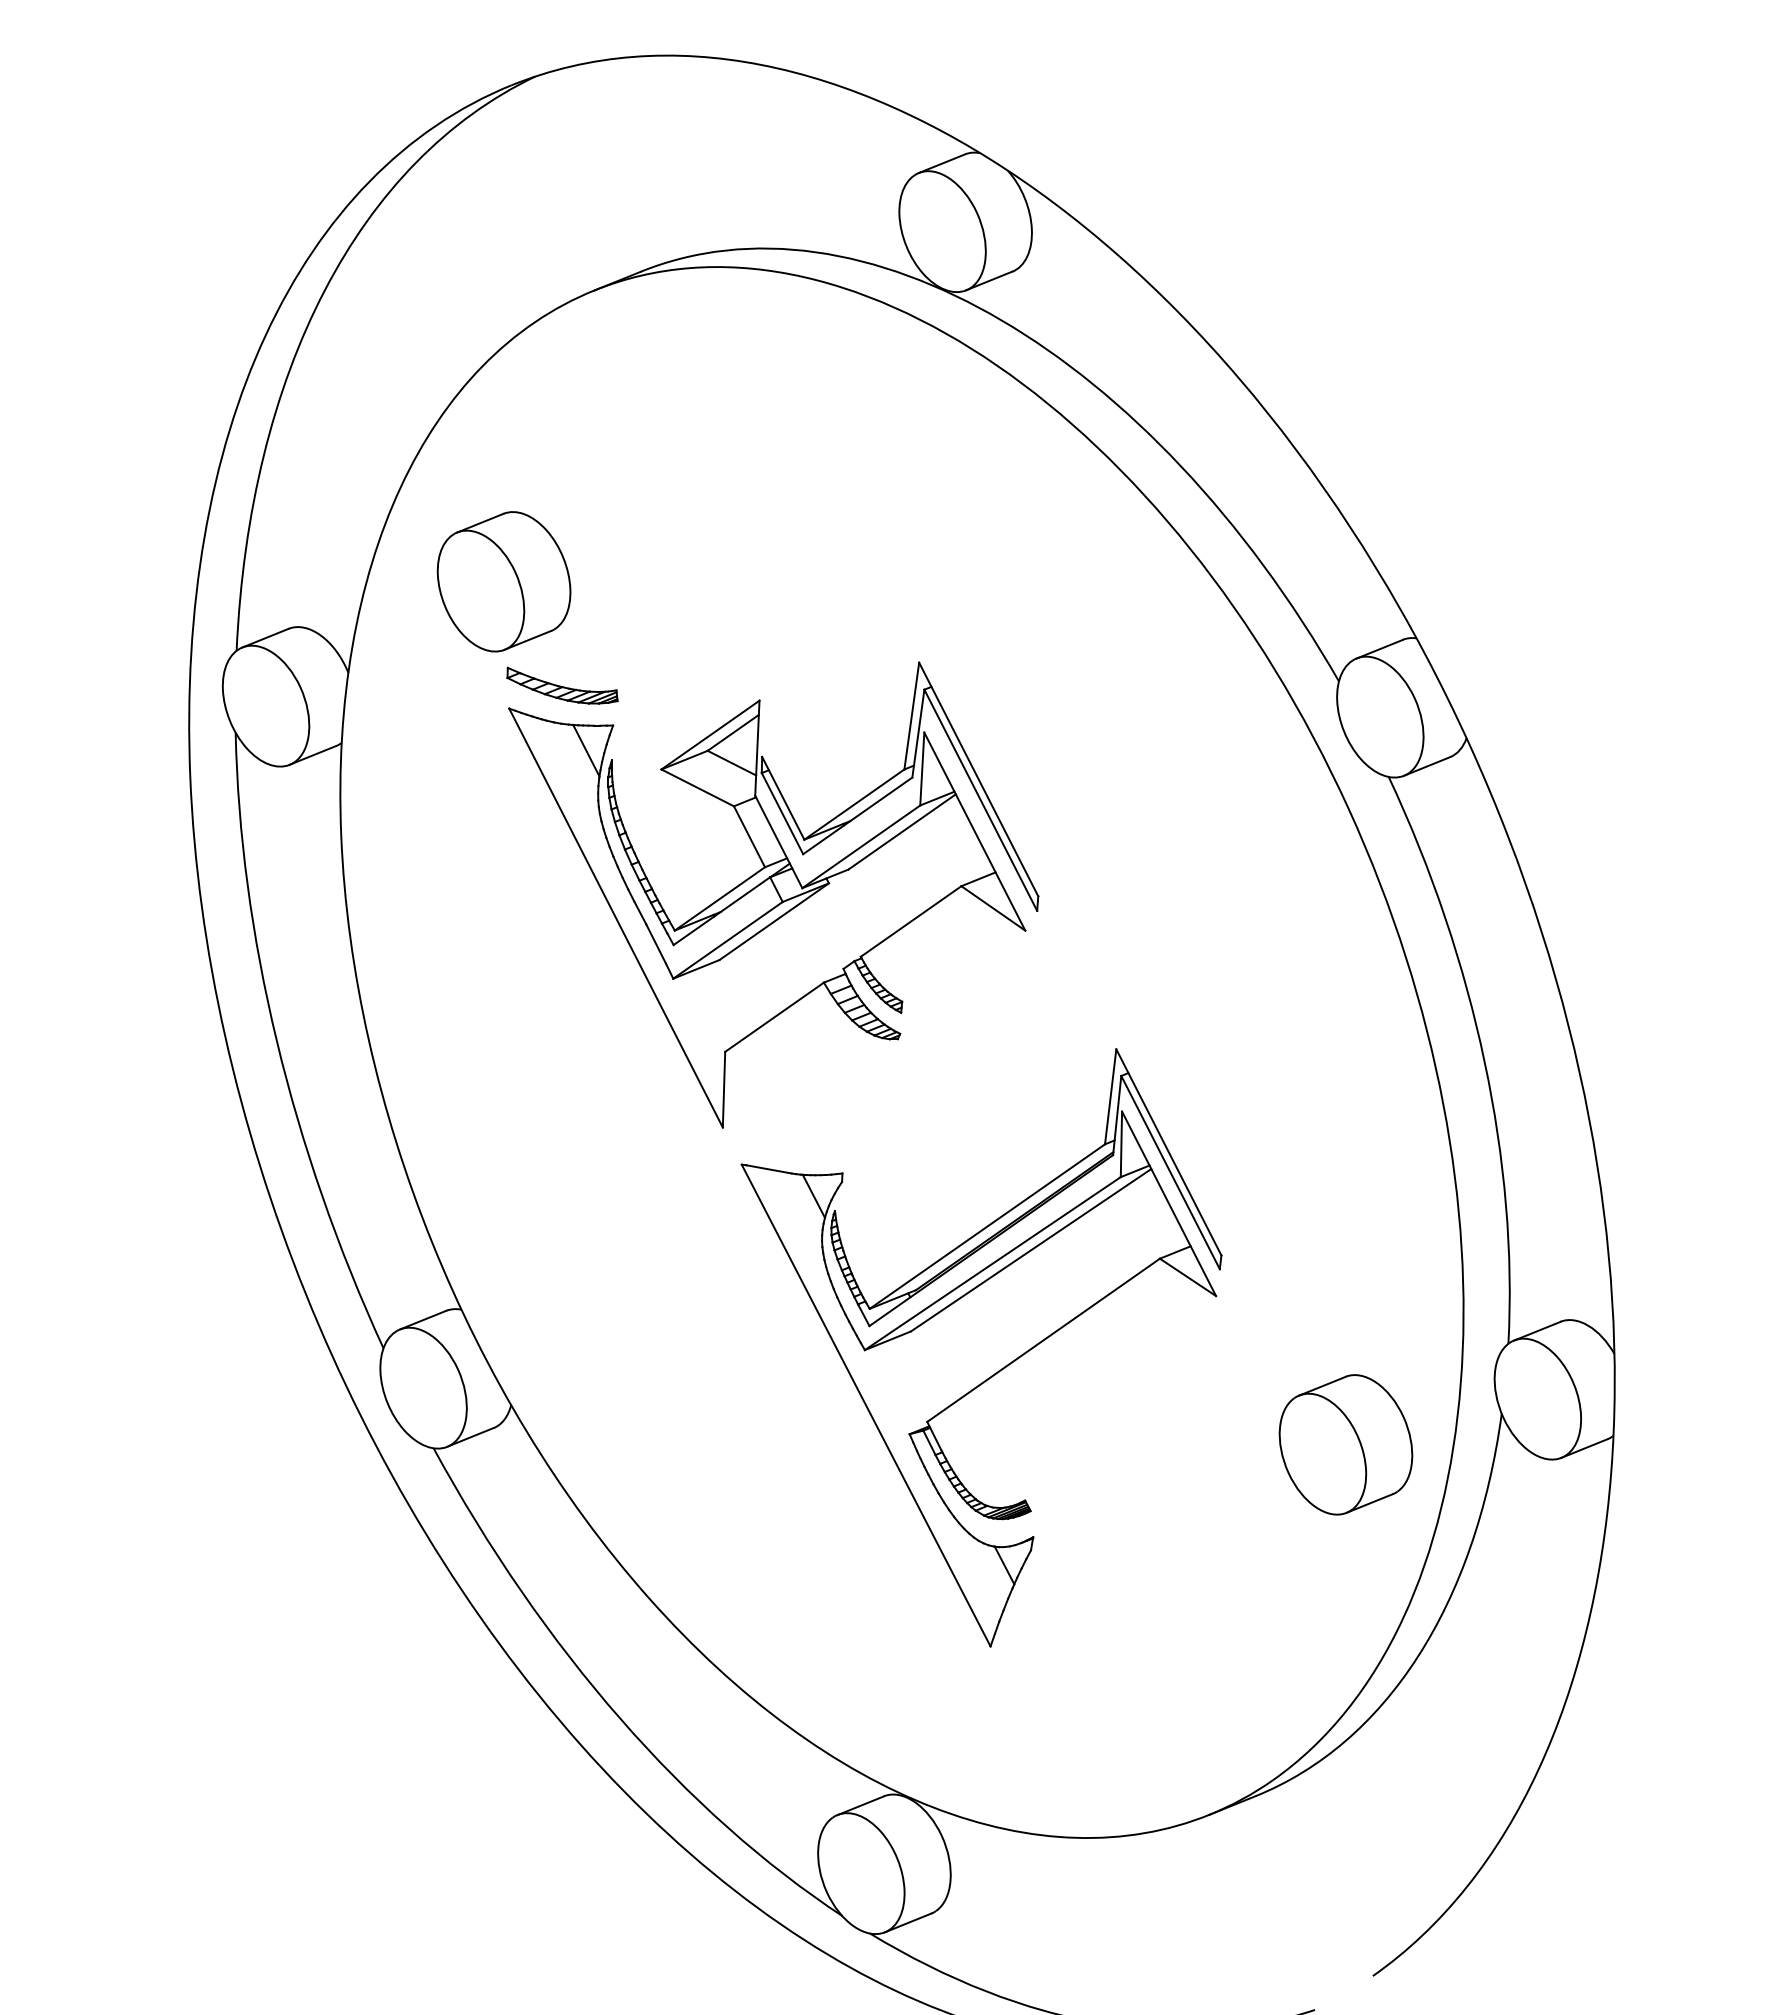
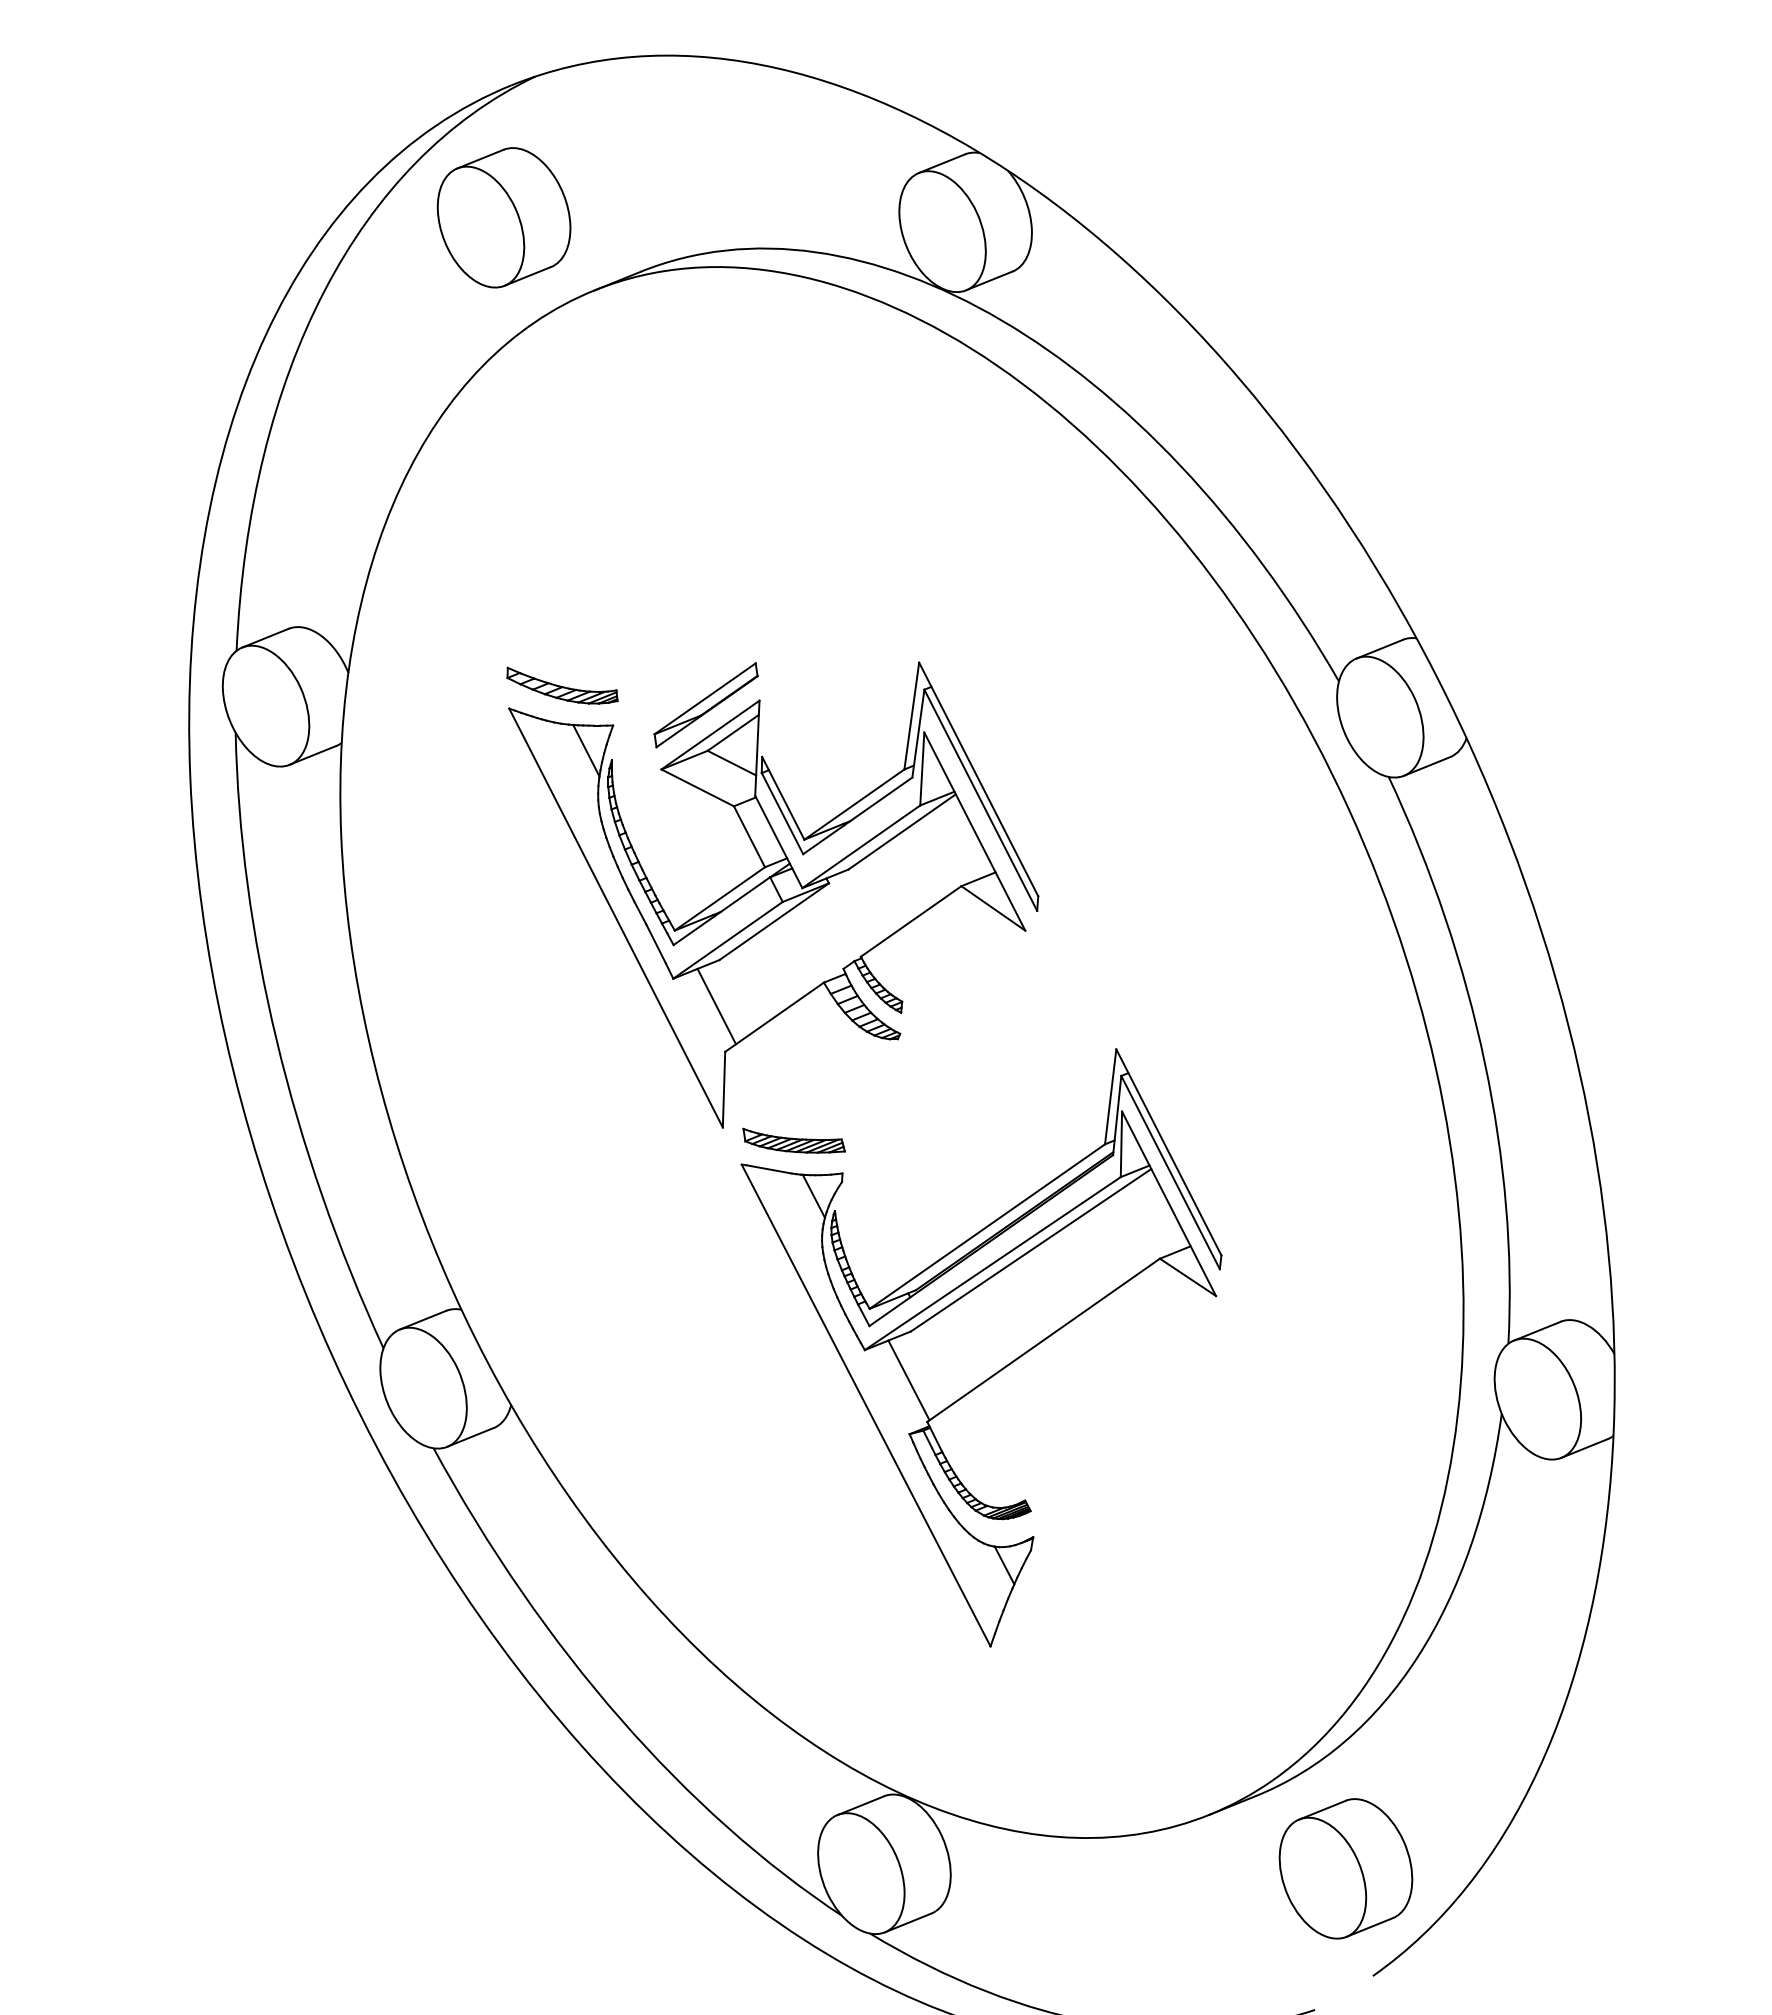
part at (503, 581) position: (503, 581) -> (503, 217)
part at (705, 705): none -> present
line at (716, 1006): none -> present
part at (793, 1140): none -> present
line at (908, 1380): none -> present
part at (1345, 1444) position: (1345, 1444) -> (1345, 1868)
